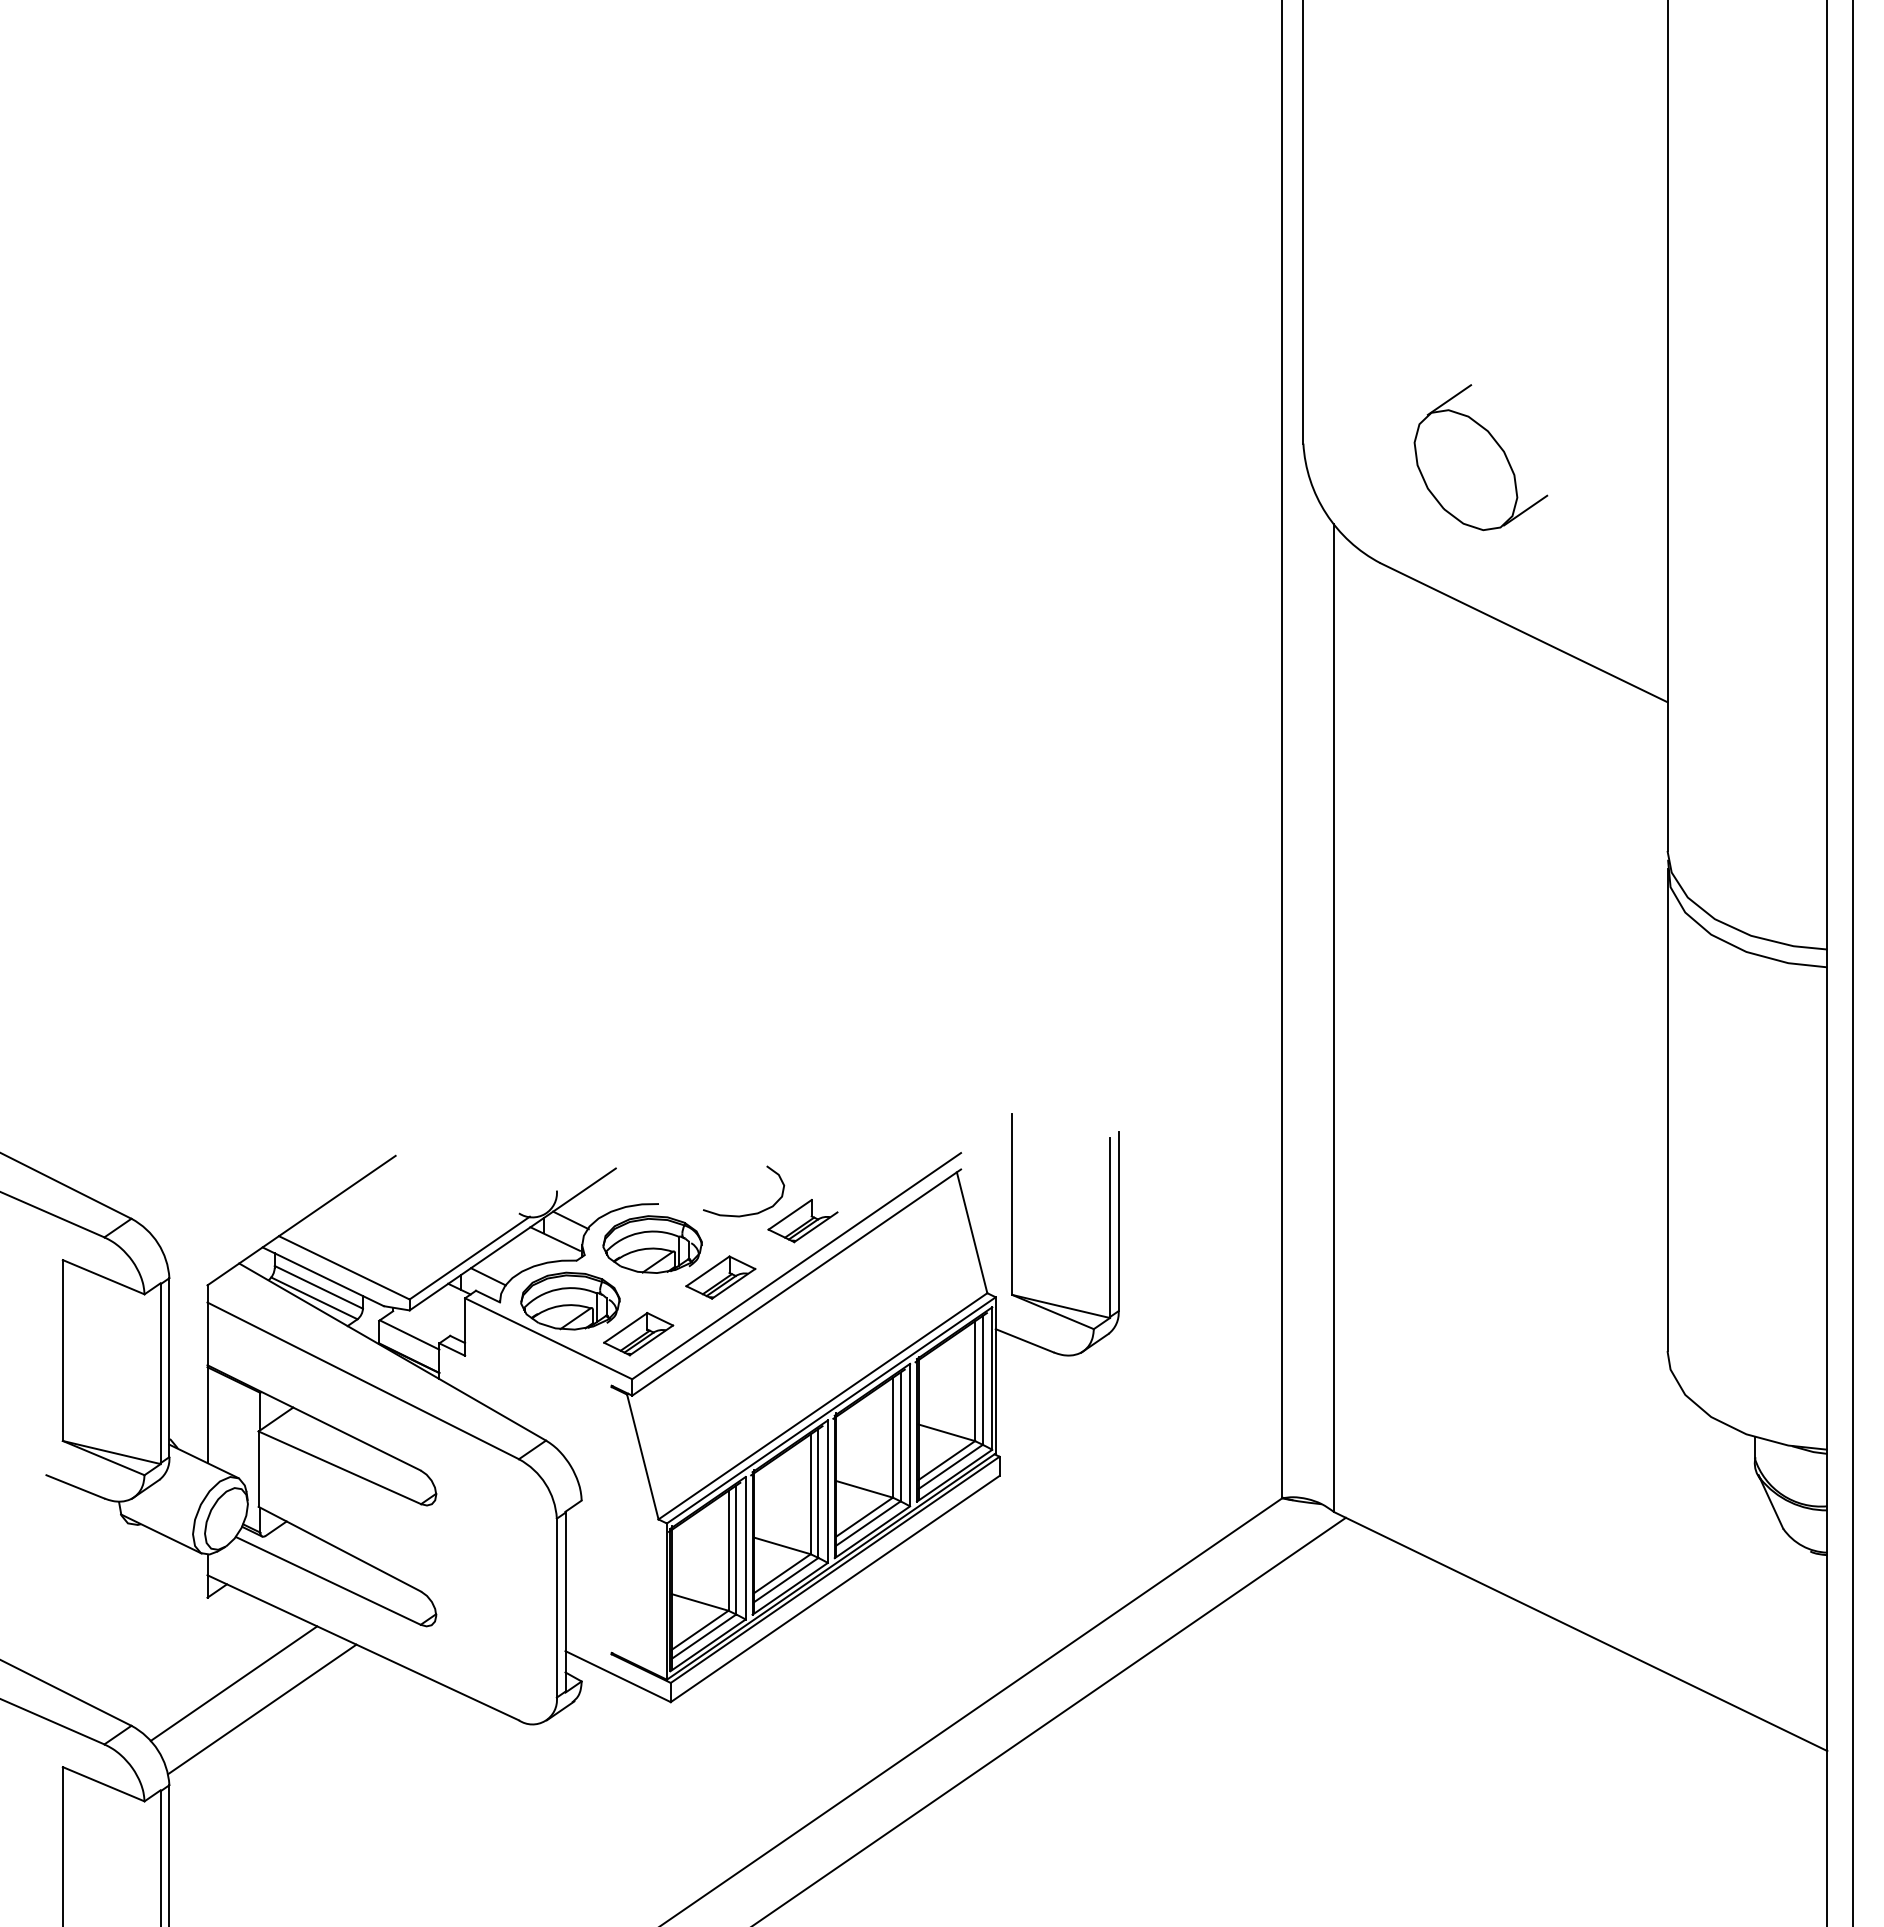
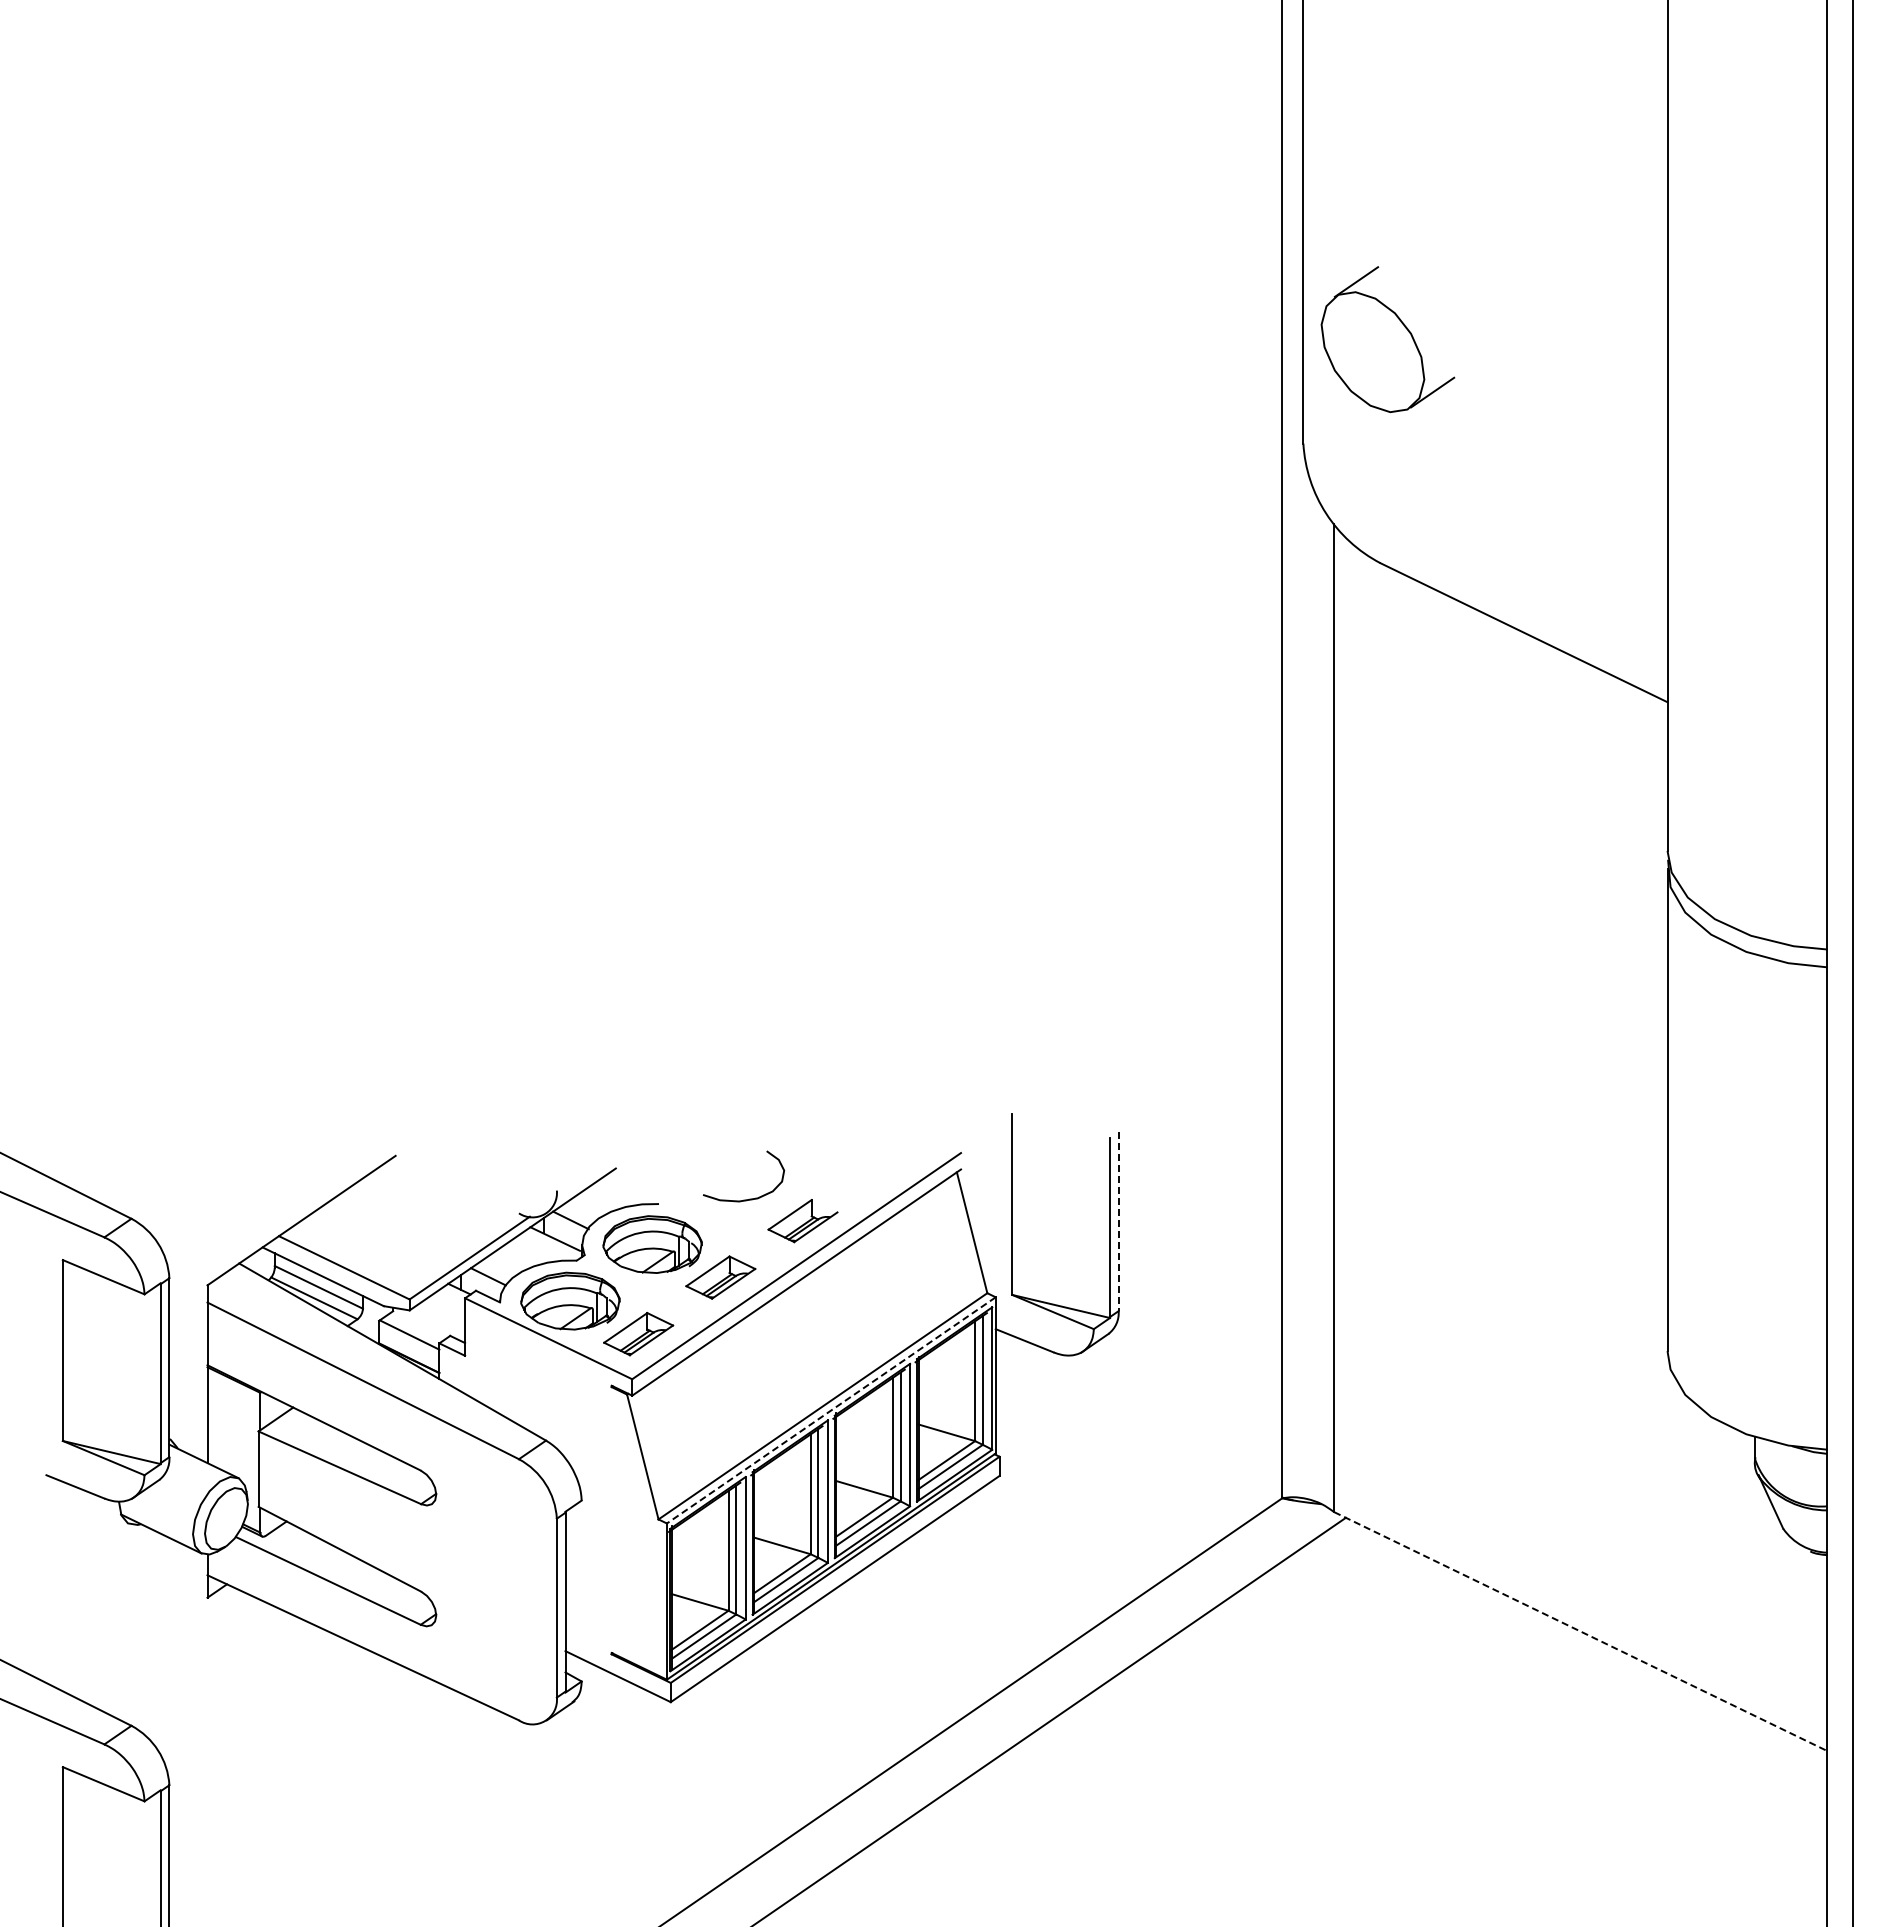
part at (1480, 457) position: (1480, 457) -> (1387, 339)
curve at (749, 1213) position: (749, 1213) -> (749, 1198)
line at (1118, 1222): solid -> dashed
line at (831, 1410): solid -> dashed
line at (1580, 1631): solid -> dashed
line at (233, 1683): present -> none
line at (262, 1709): present -> none
